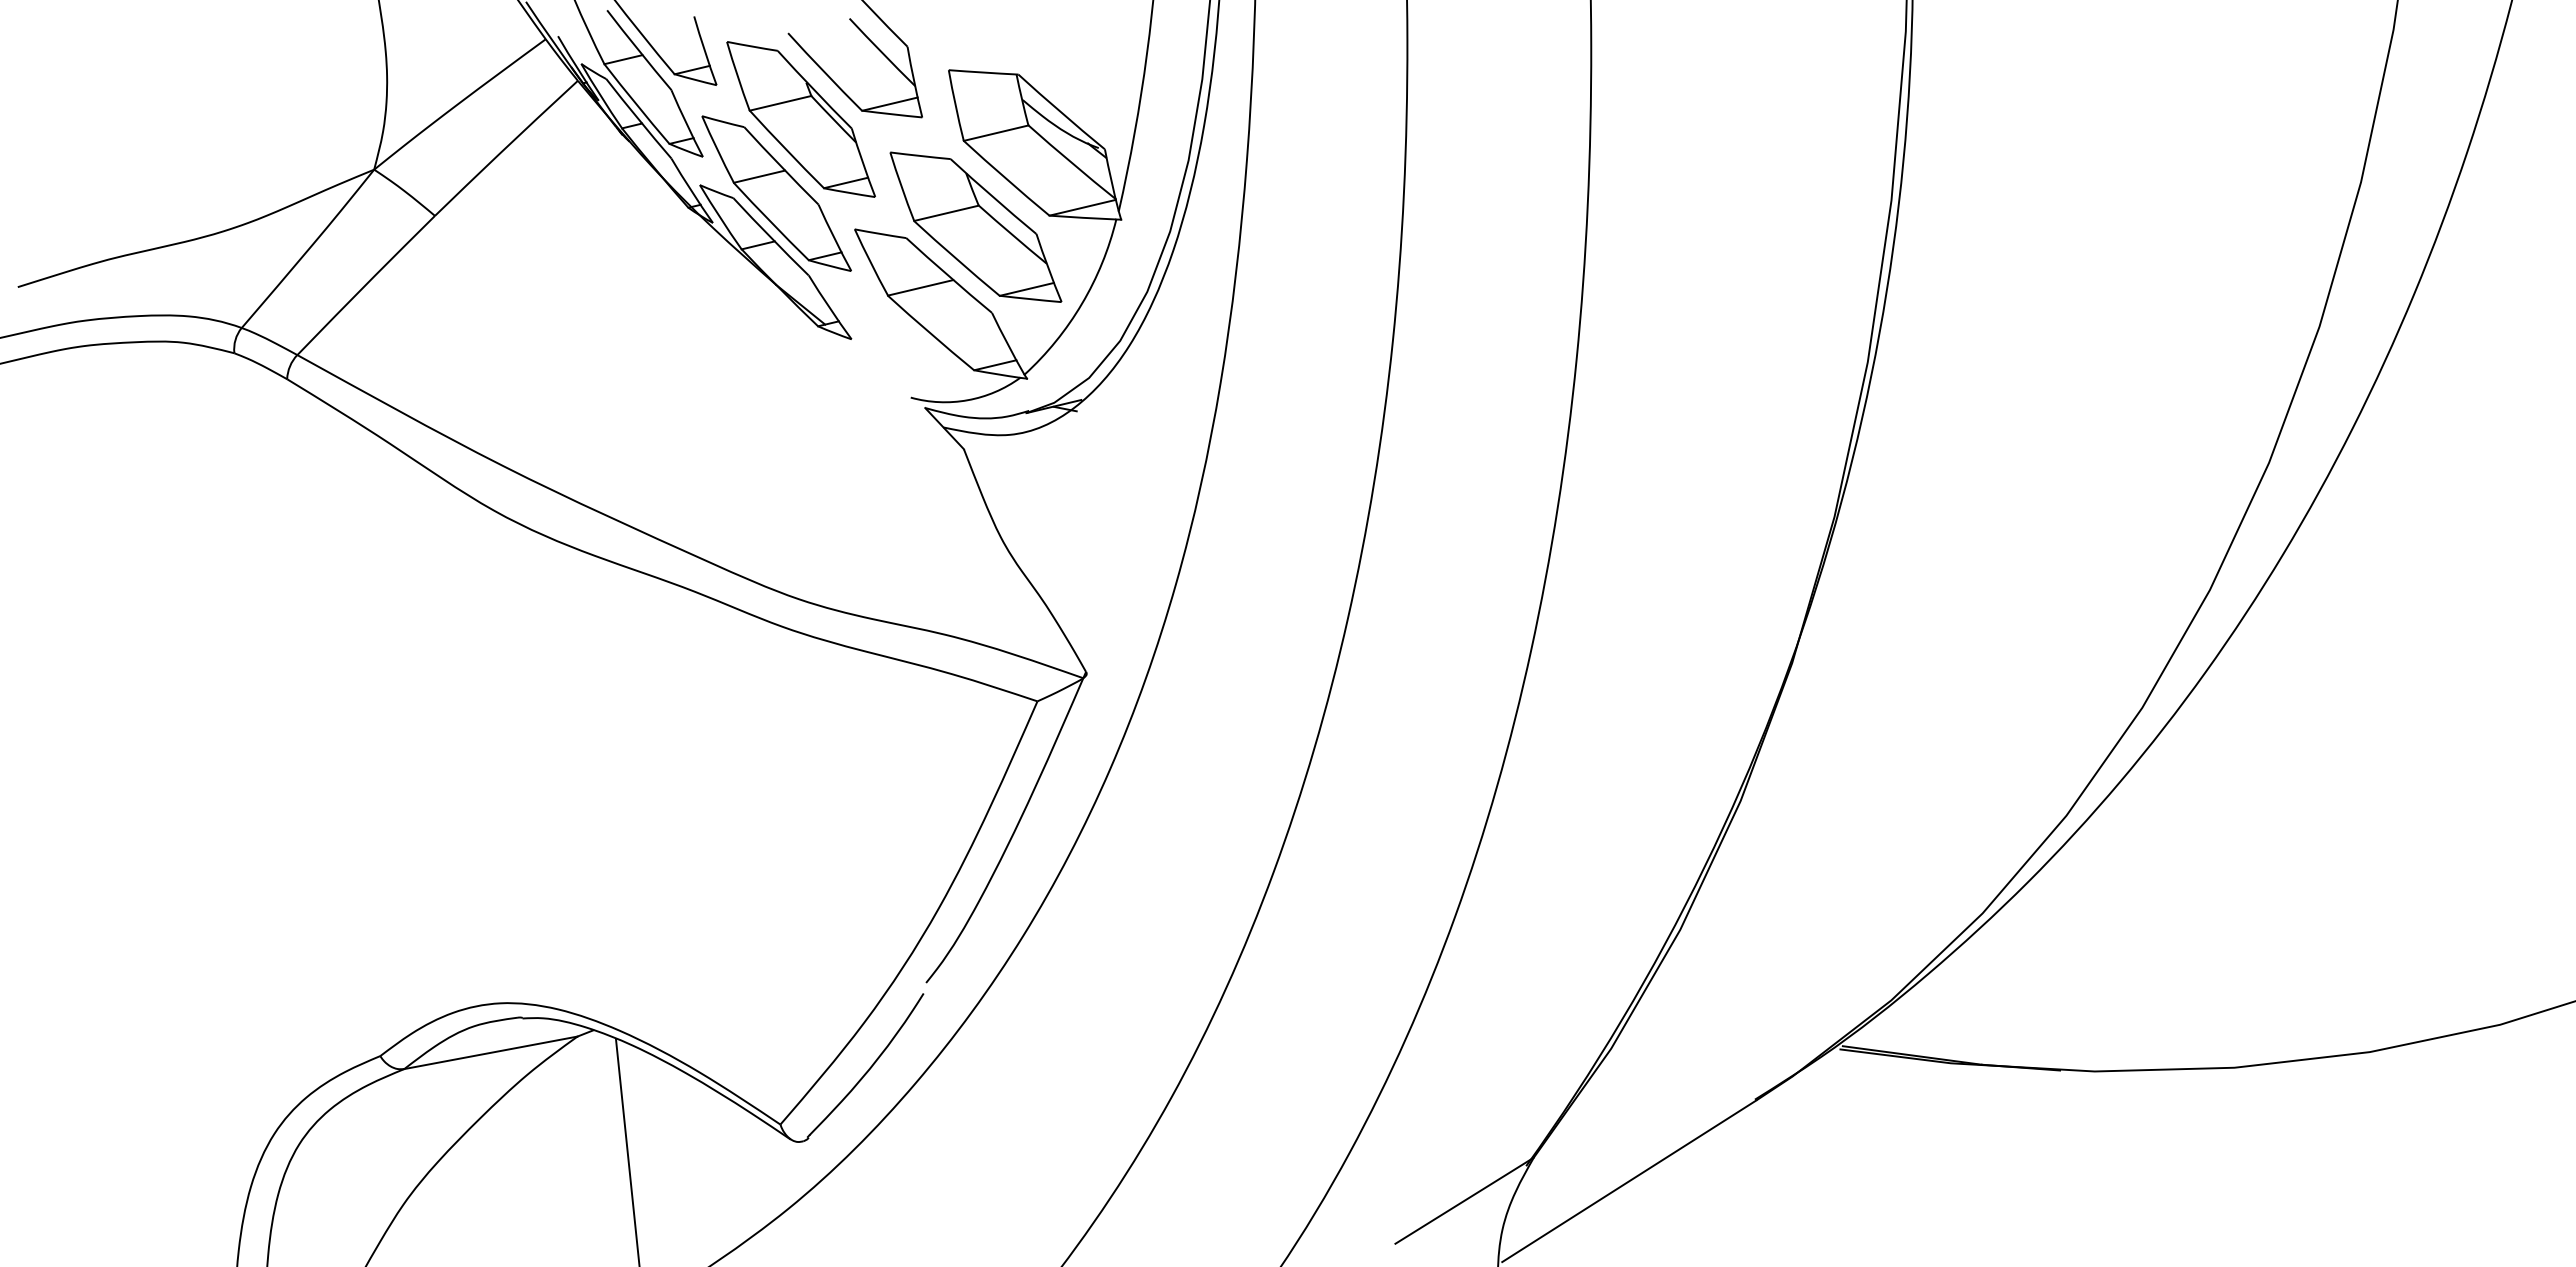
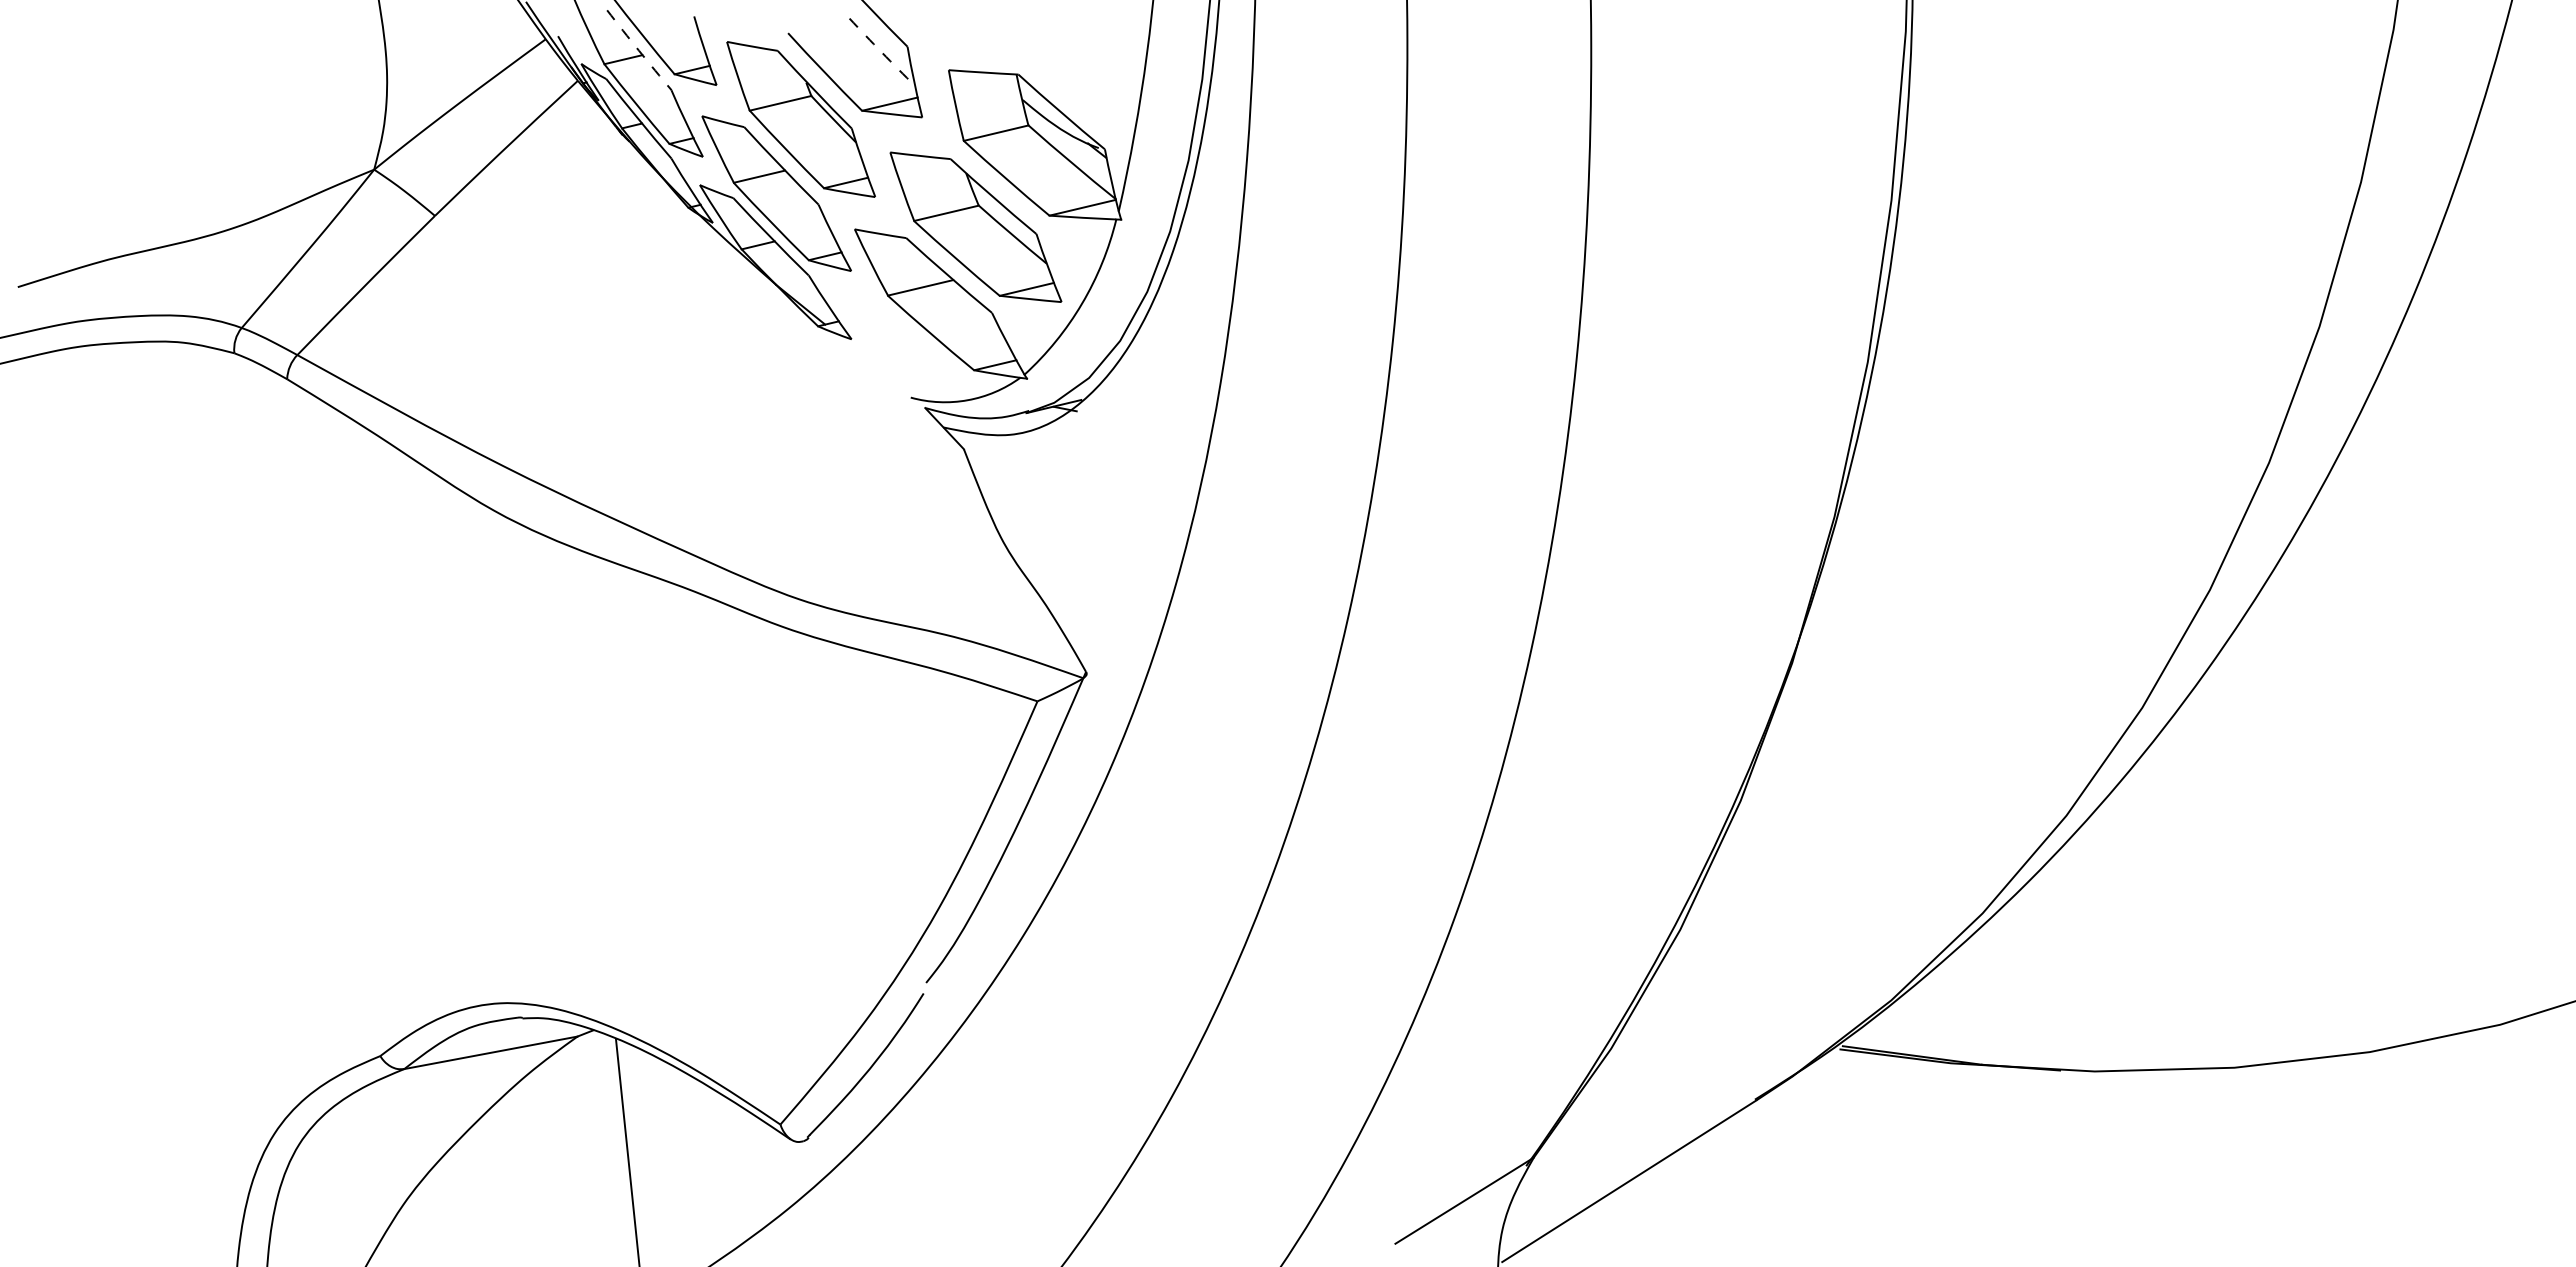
arc at (638, 50): solid -> dashed
arc at (882, 52): solid -> dashed
